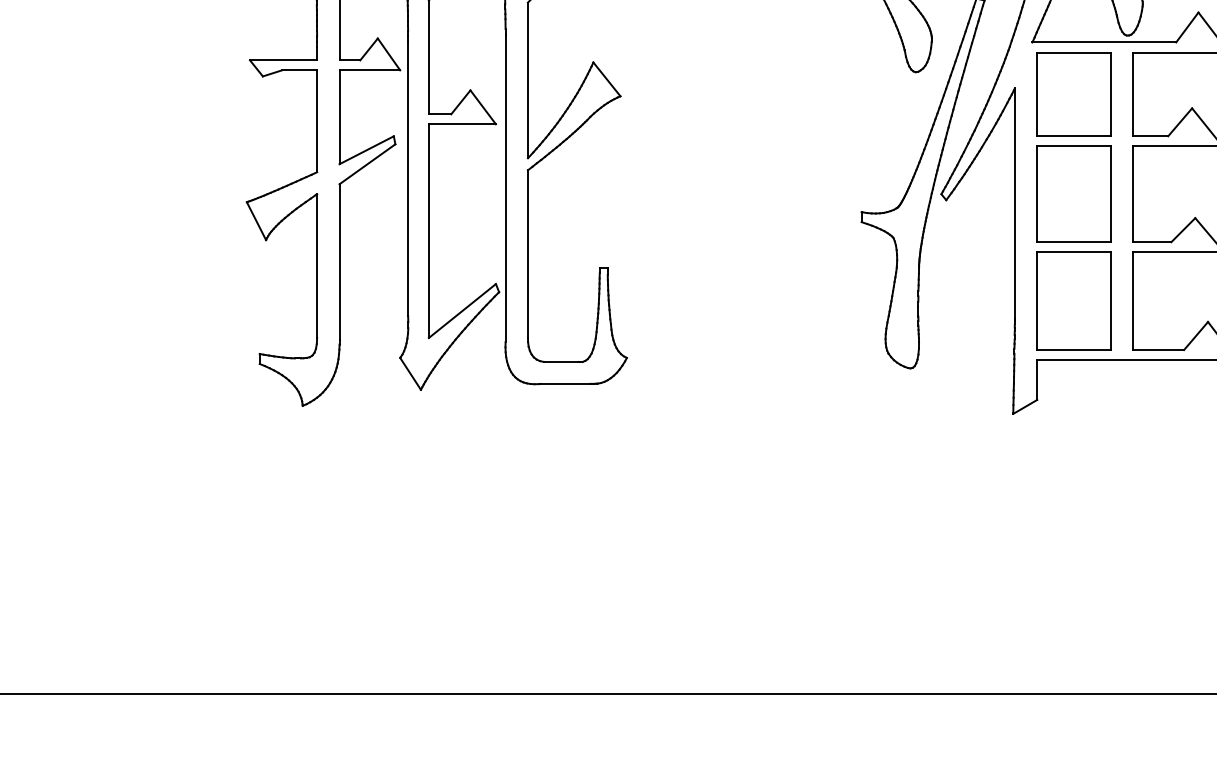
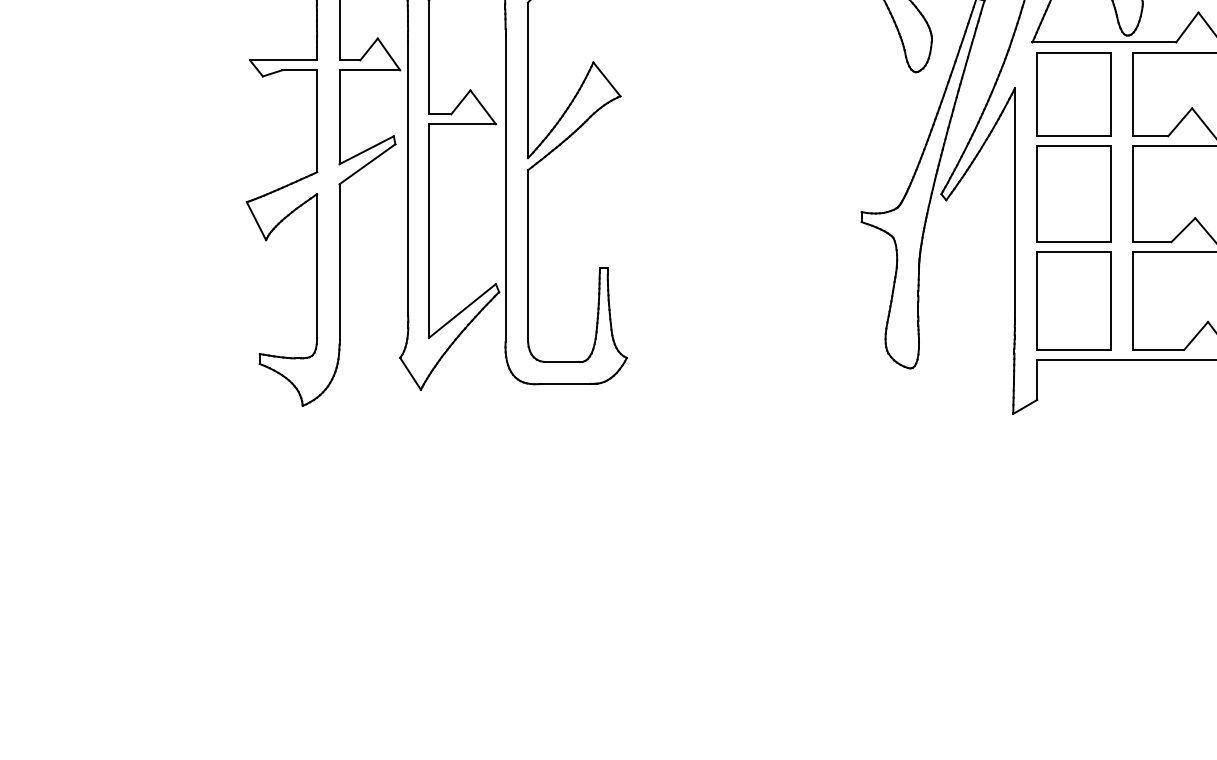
line at (607, 694): present -> none
